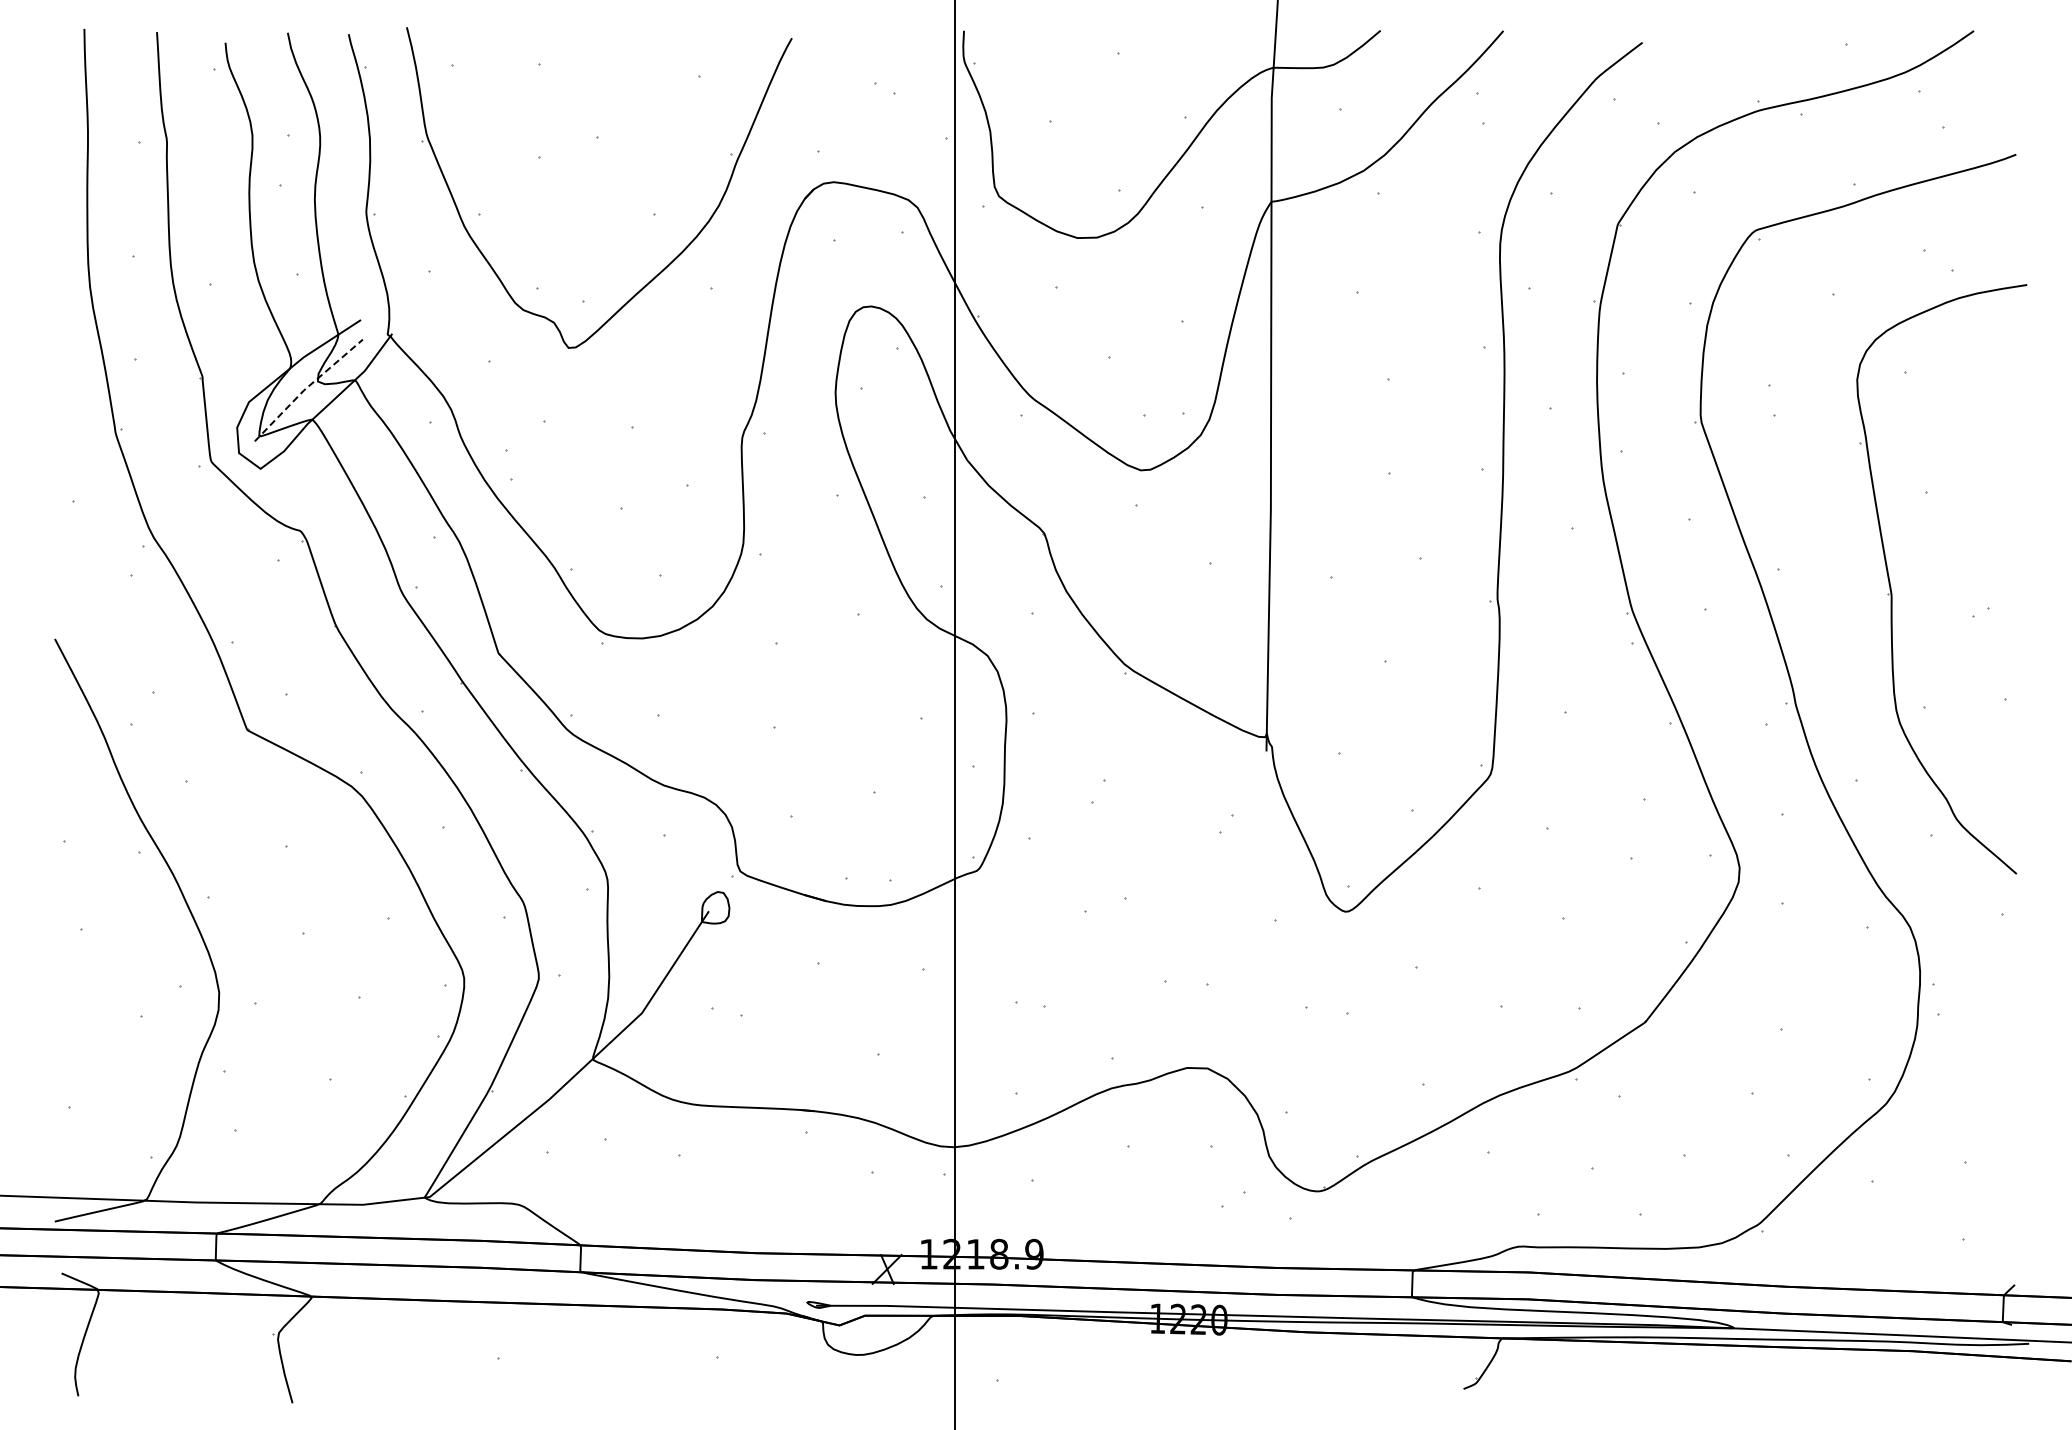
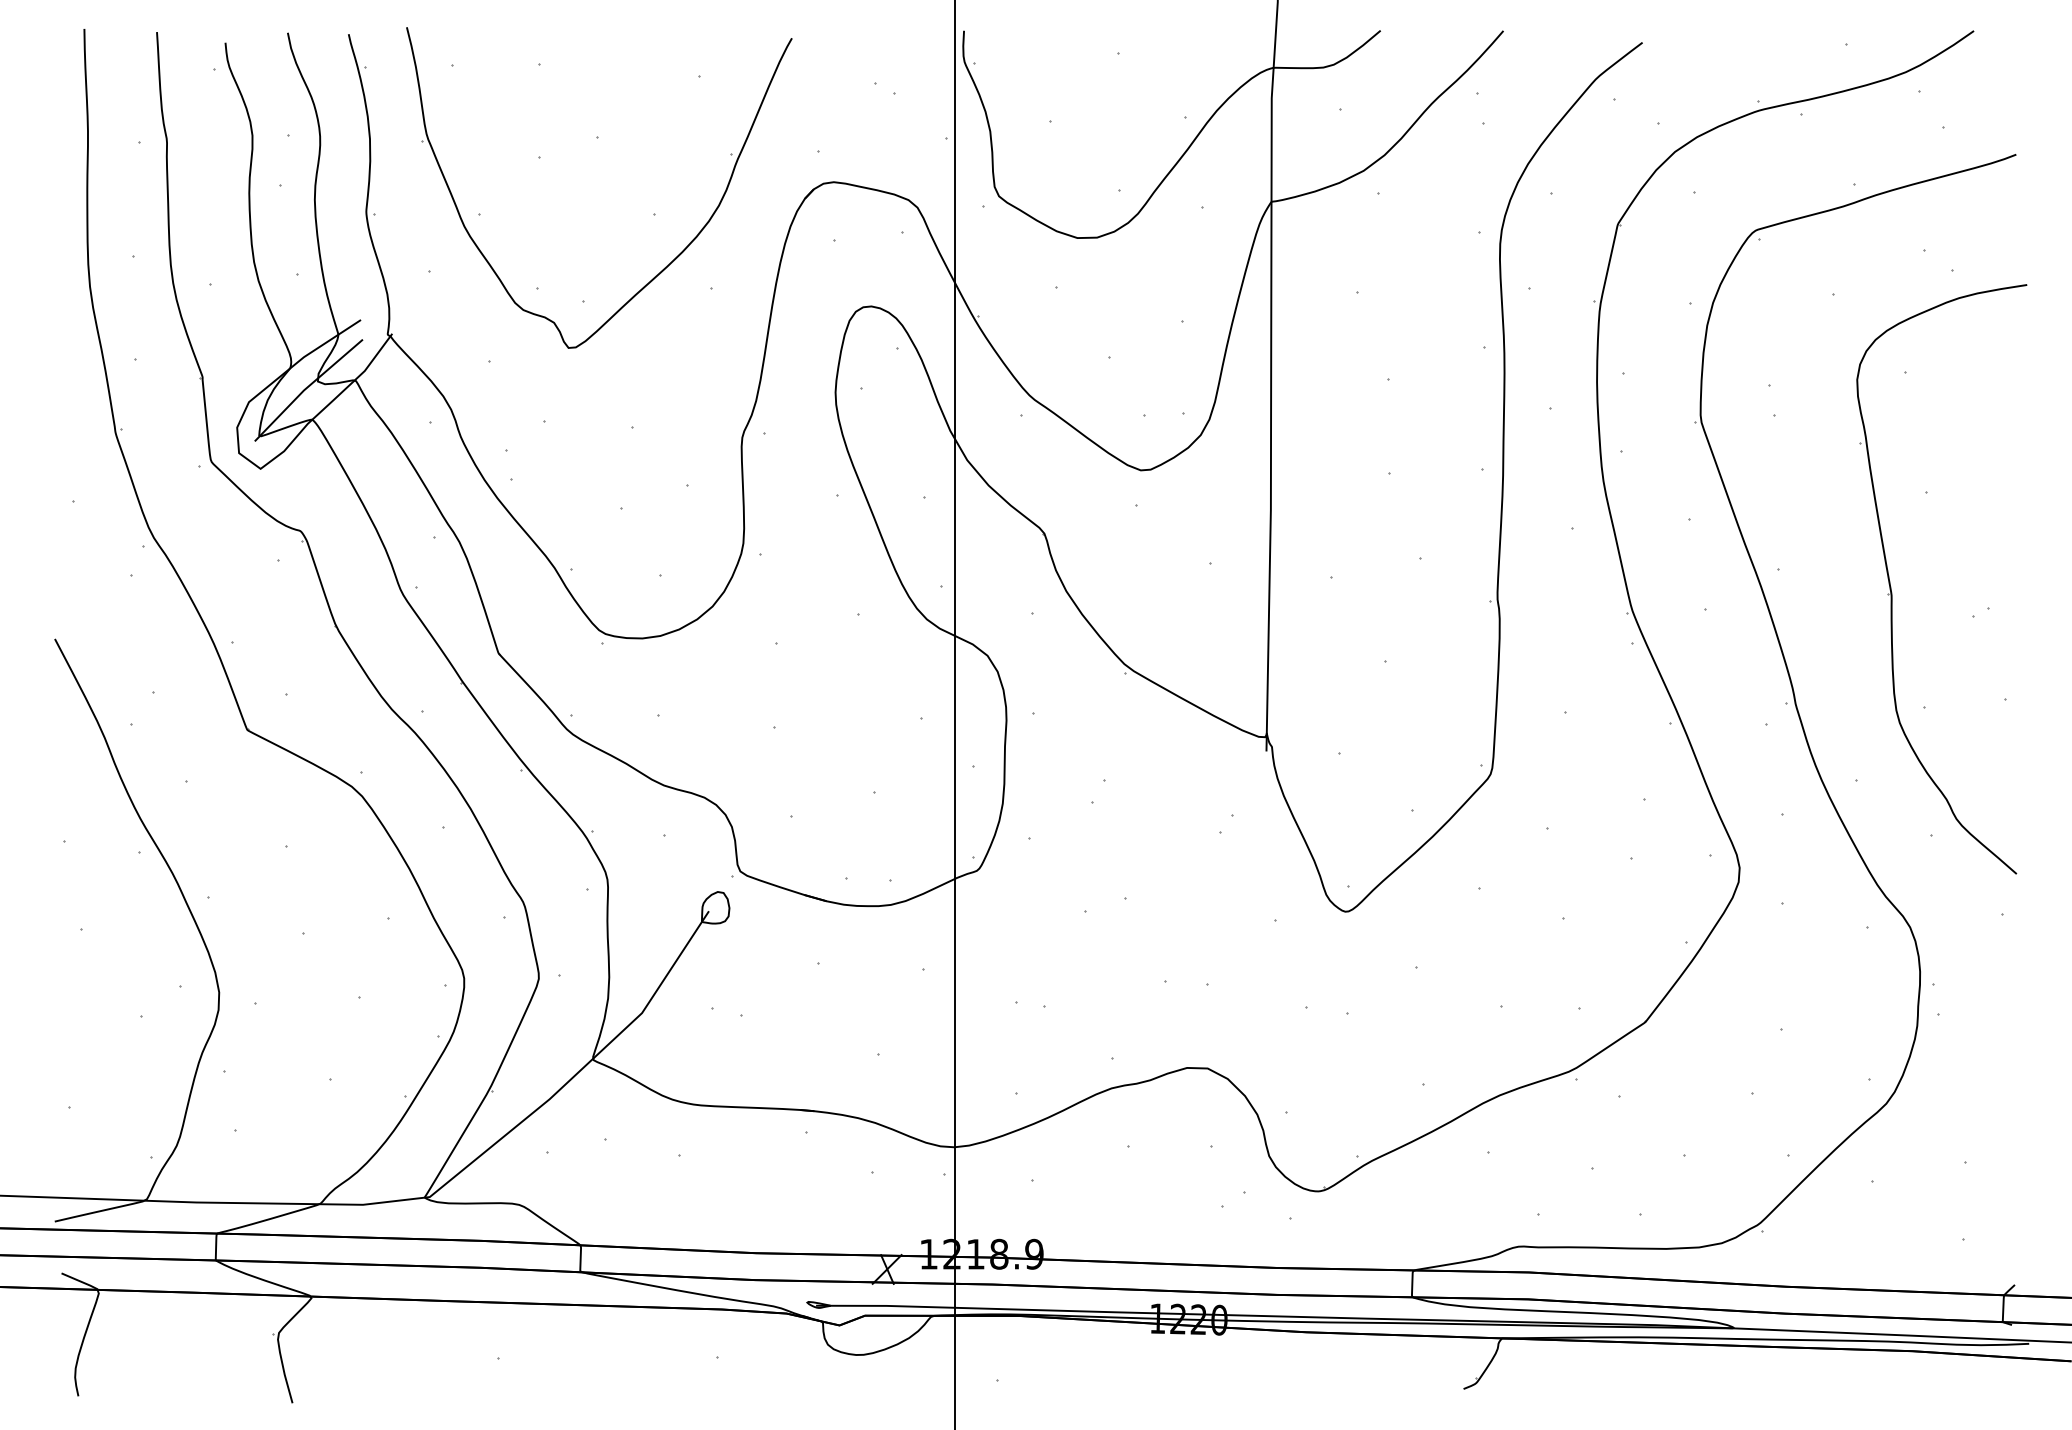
line at (306, 388): dashed -> solid
